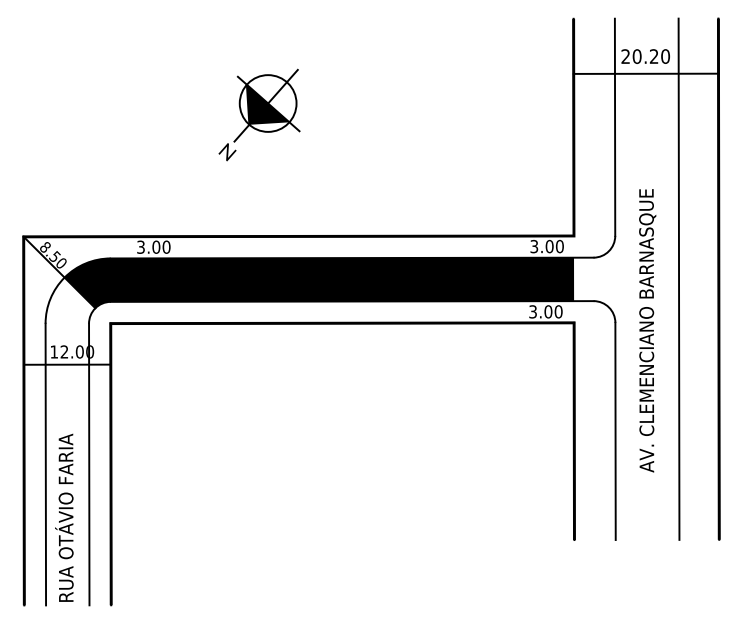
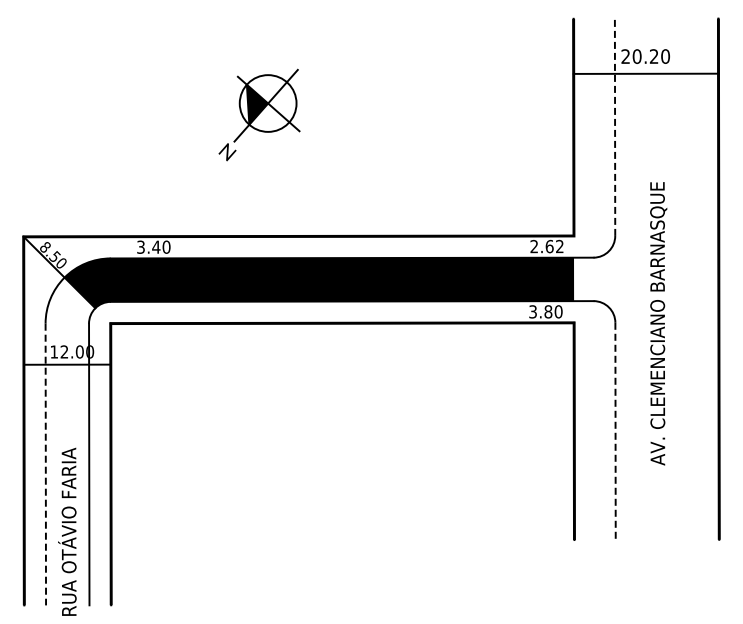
fill at (269, 113): present -> none
line at (615, 127): solid -> dashed
text at (156, 246): 3.00 -> 3.40
text at (546, 246): 3.00 -> 2.62
line at (678, 278): present -> none
text at (548, 311): 3.00 -> 3.80
text at (647, 330) position: (647, 330) -> (658, 323)
line at (615, 431): solid -> dashed
line at (45, 464): solid -> dashed
text at (64, 517) position: (64, 517) -> (67, 531)
